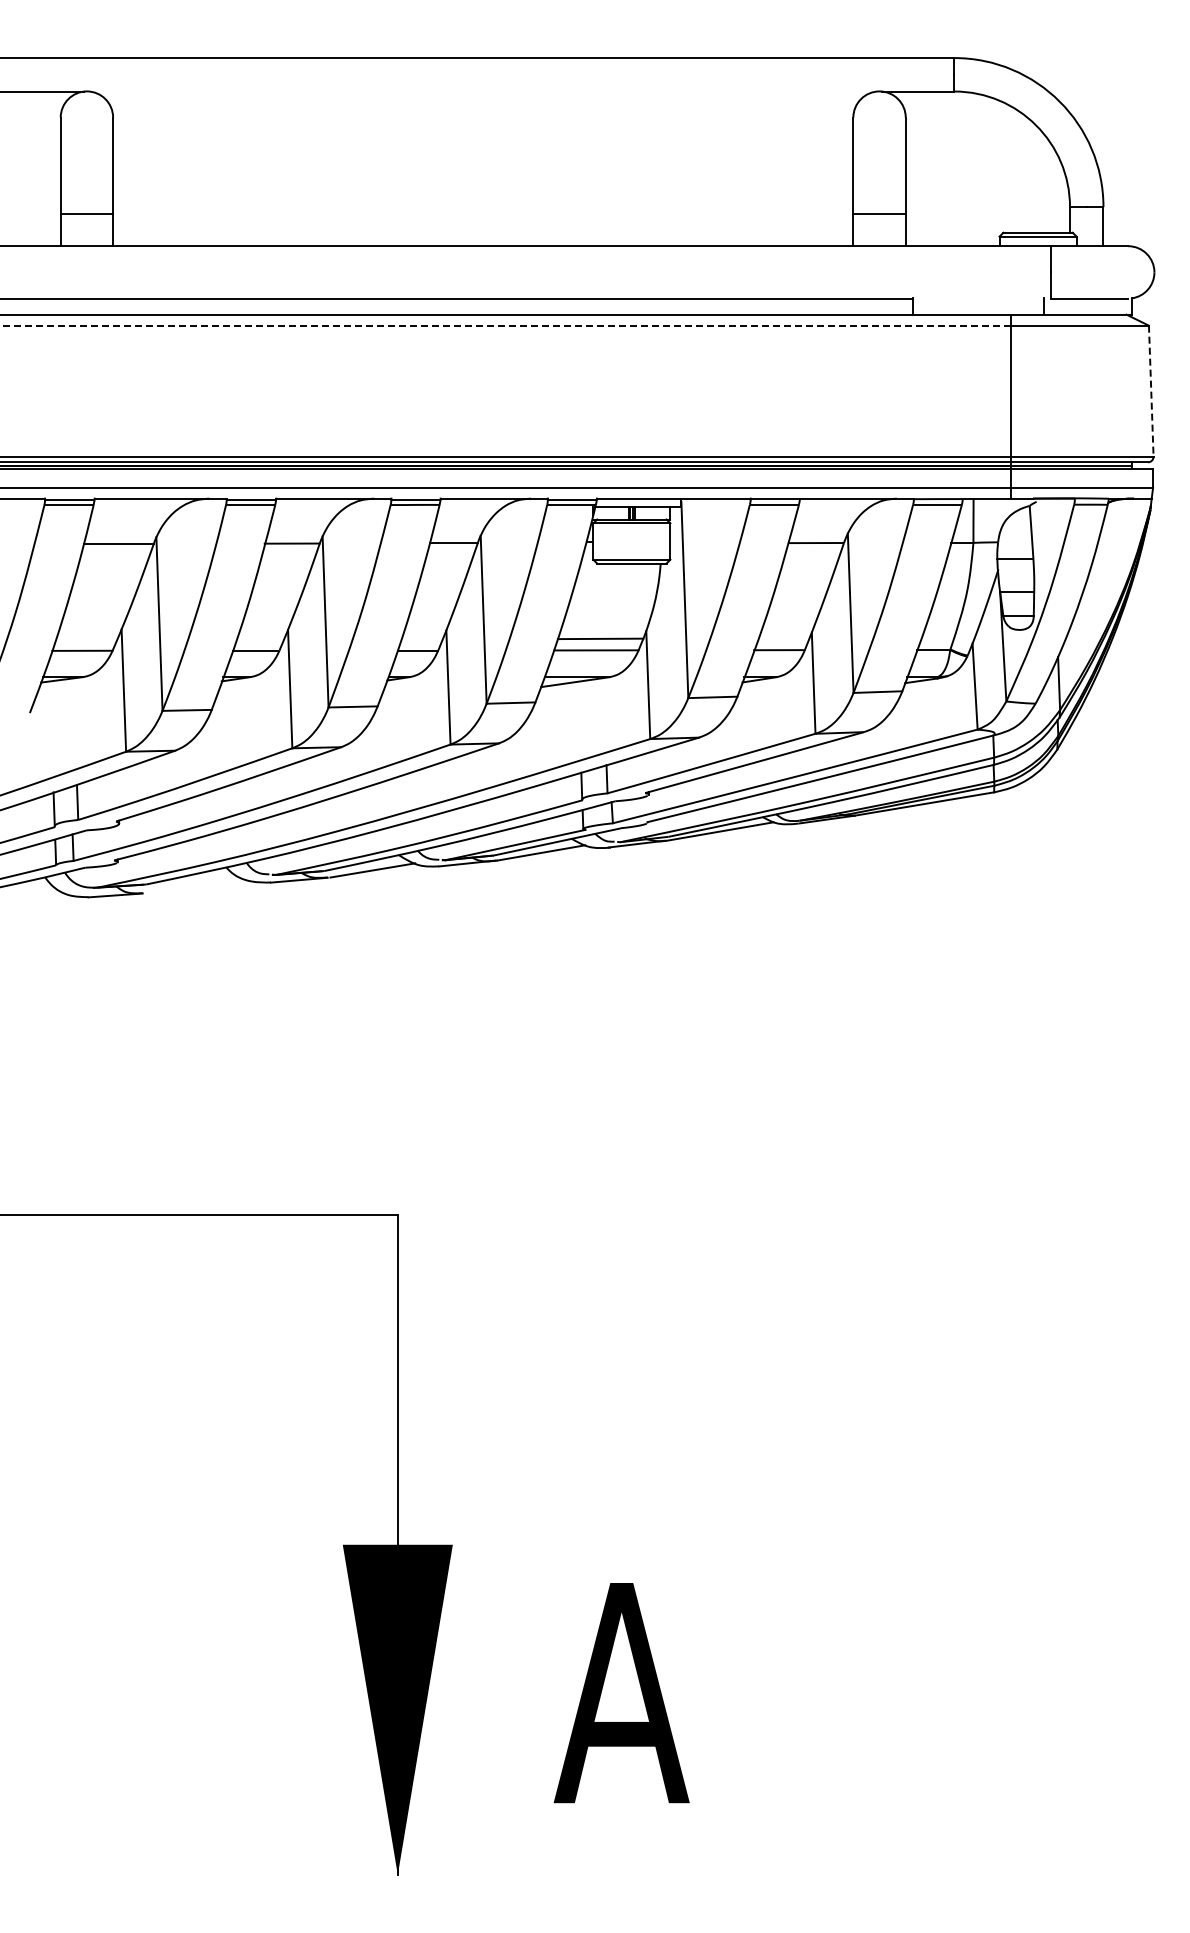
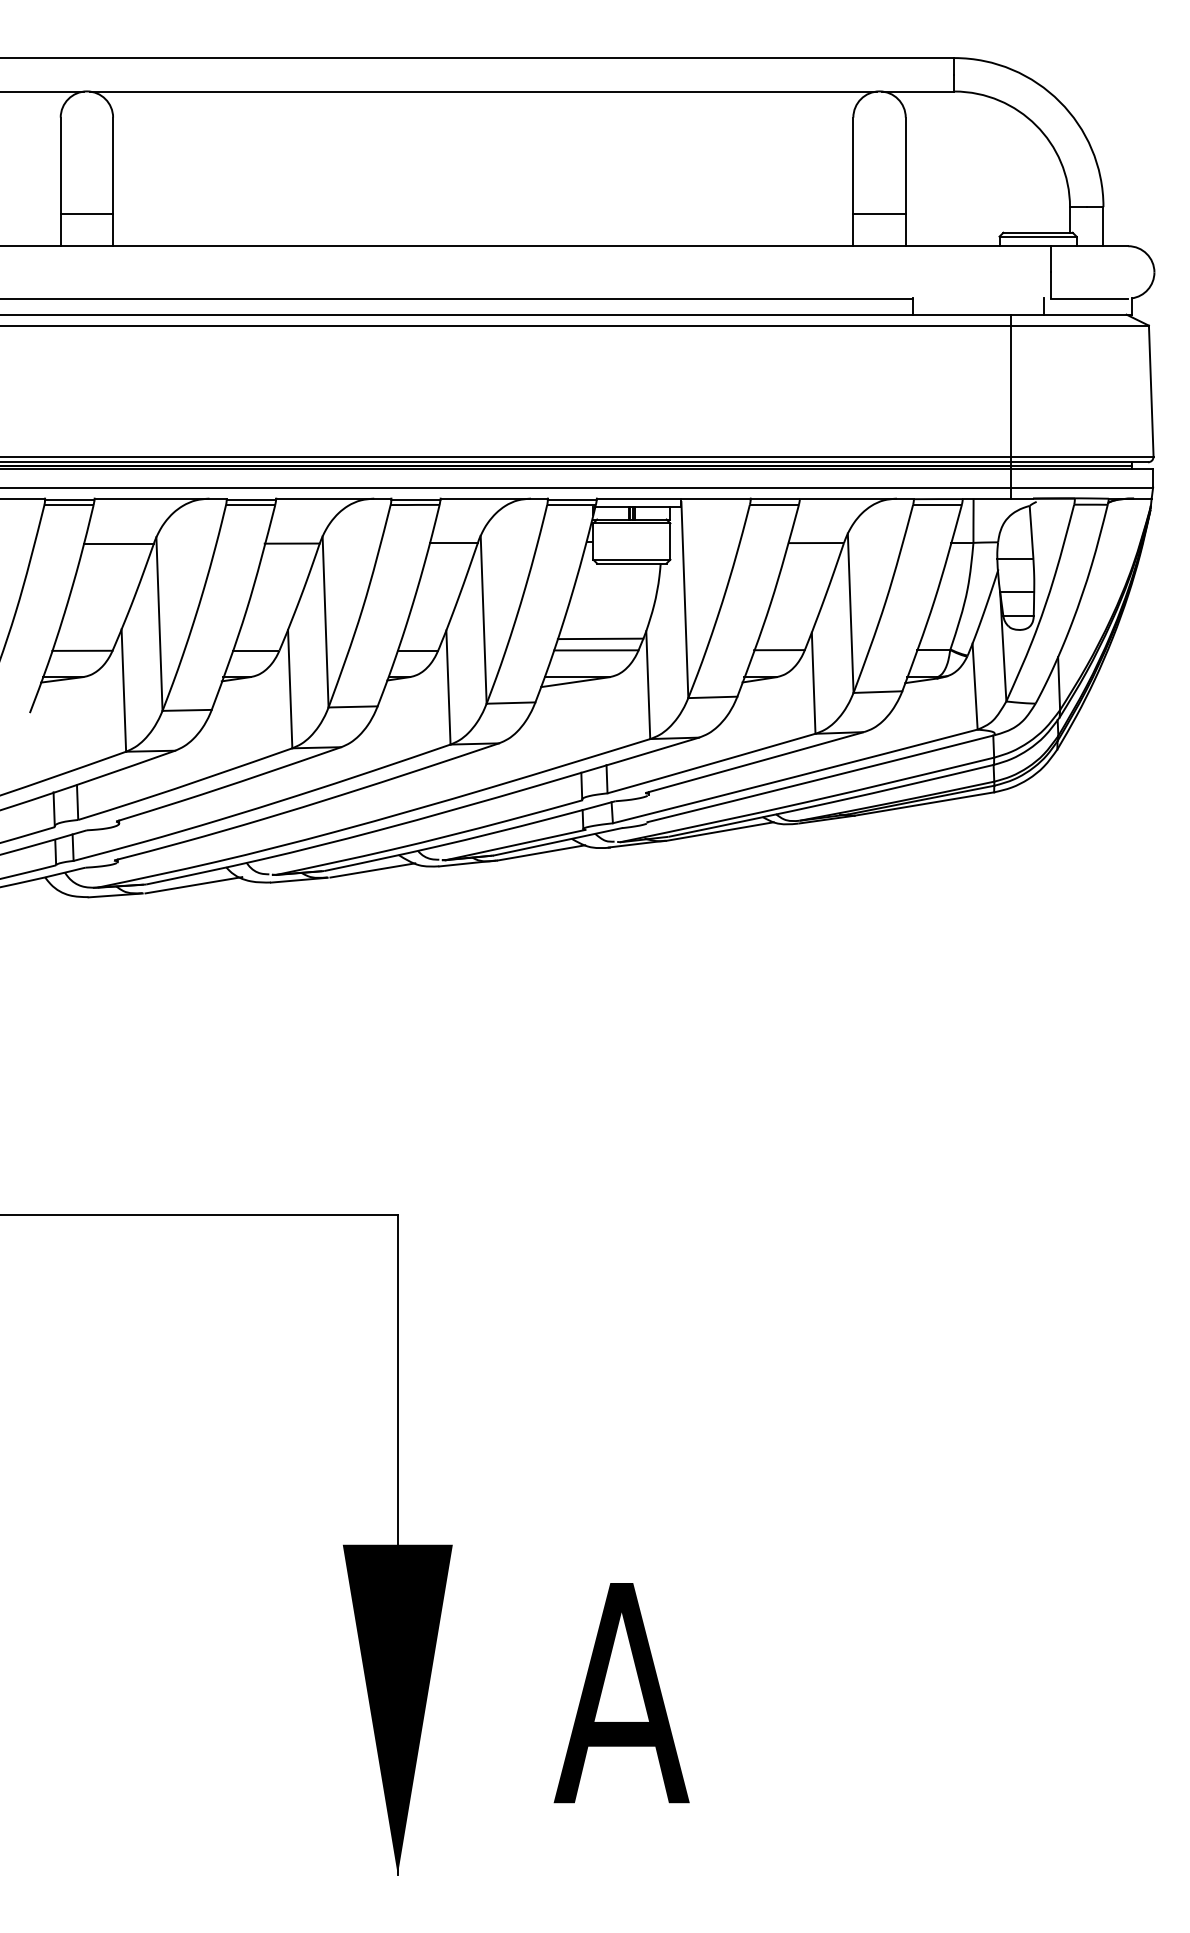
line at (482, 91): none -> present
line at (505, 325): dashed -> solid
line at (1151, 391): dashed -> solid
line at (193, 885): none -> present
